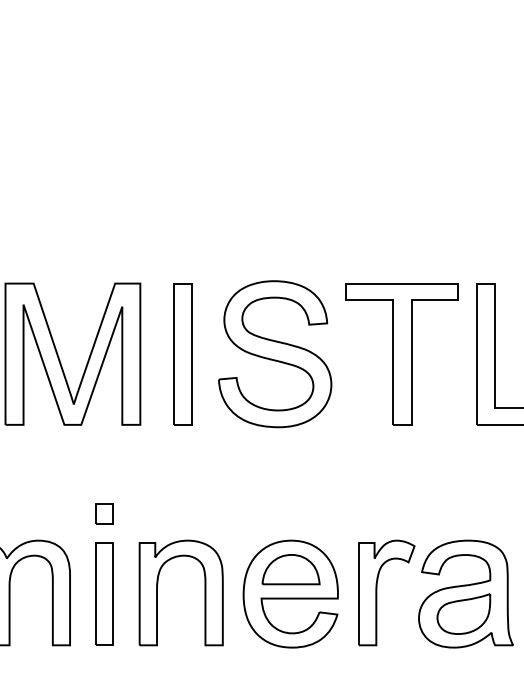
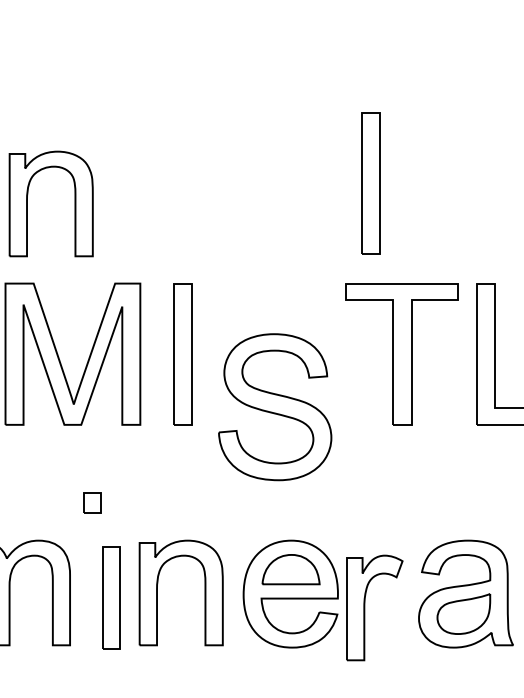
part at (370, 183): none -> present
part at (27, 203): none -> present
part at (275, 354) position: (275, 354) -> (275, 407)
part at (104, 513) position: (104, 513) -> (92, 502)
part at (377, 592) position: (377, 592) -> (365, 607)
part at (104, 593) position: (104, 593) -> (111, 597)
